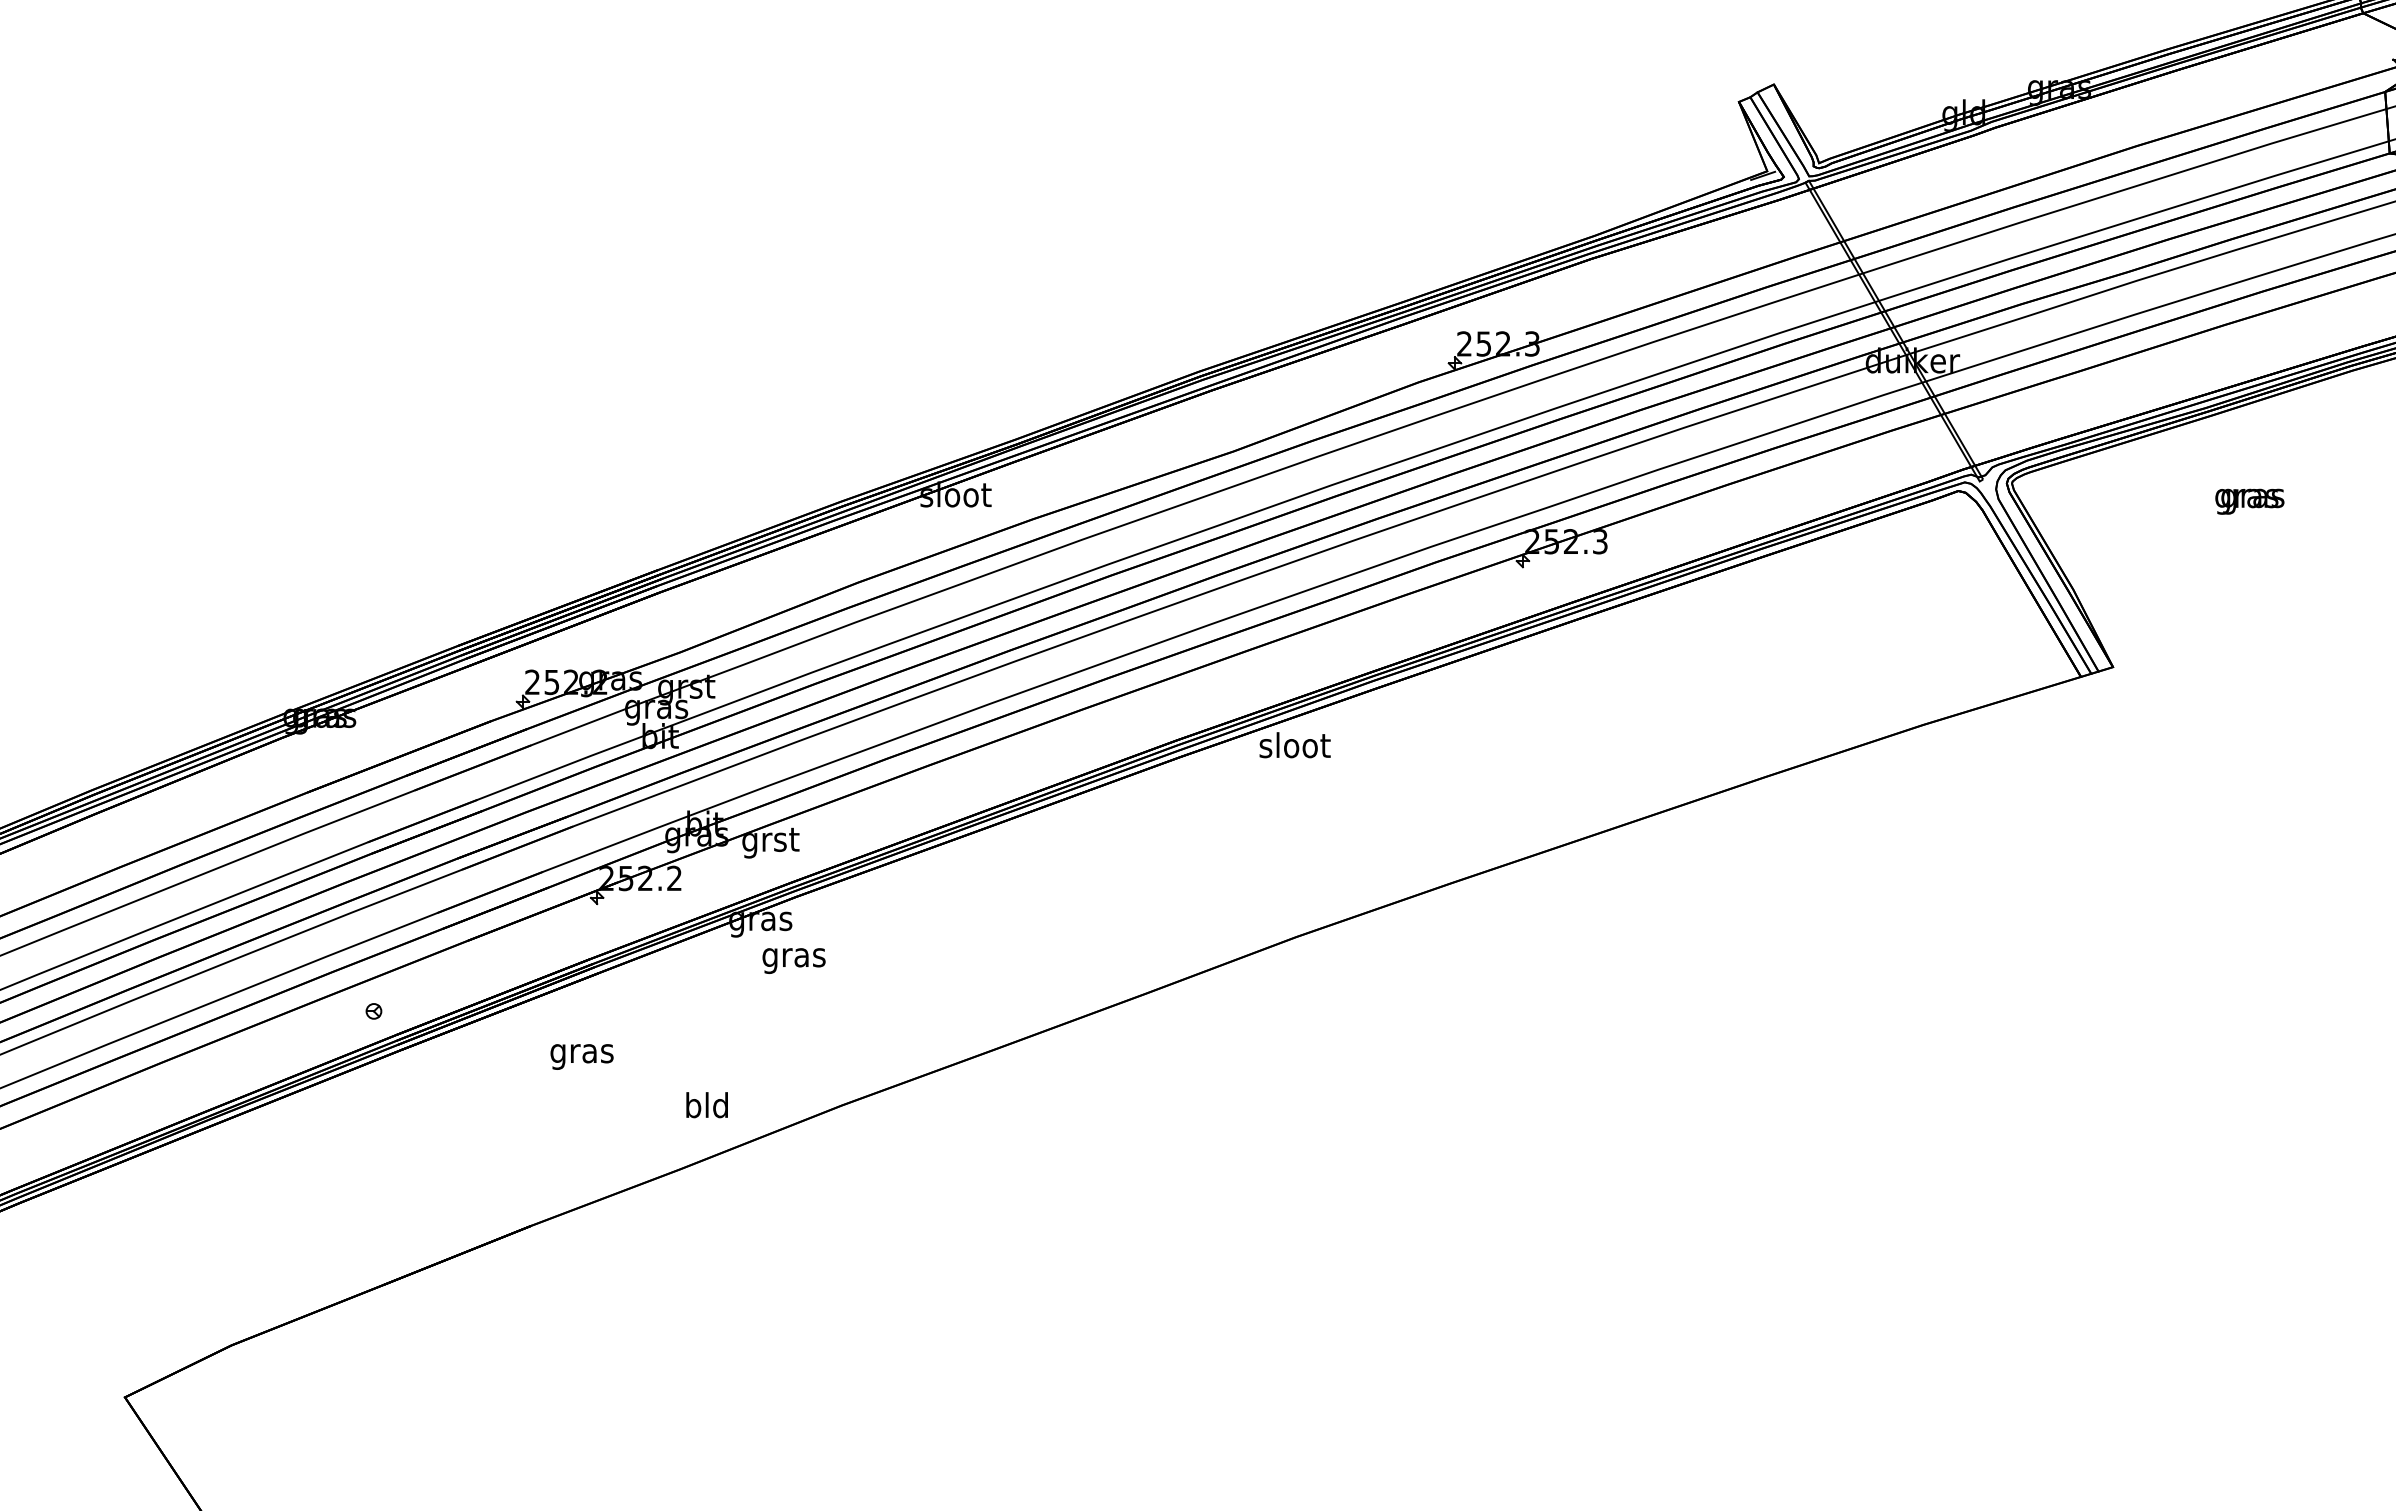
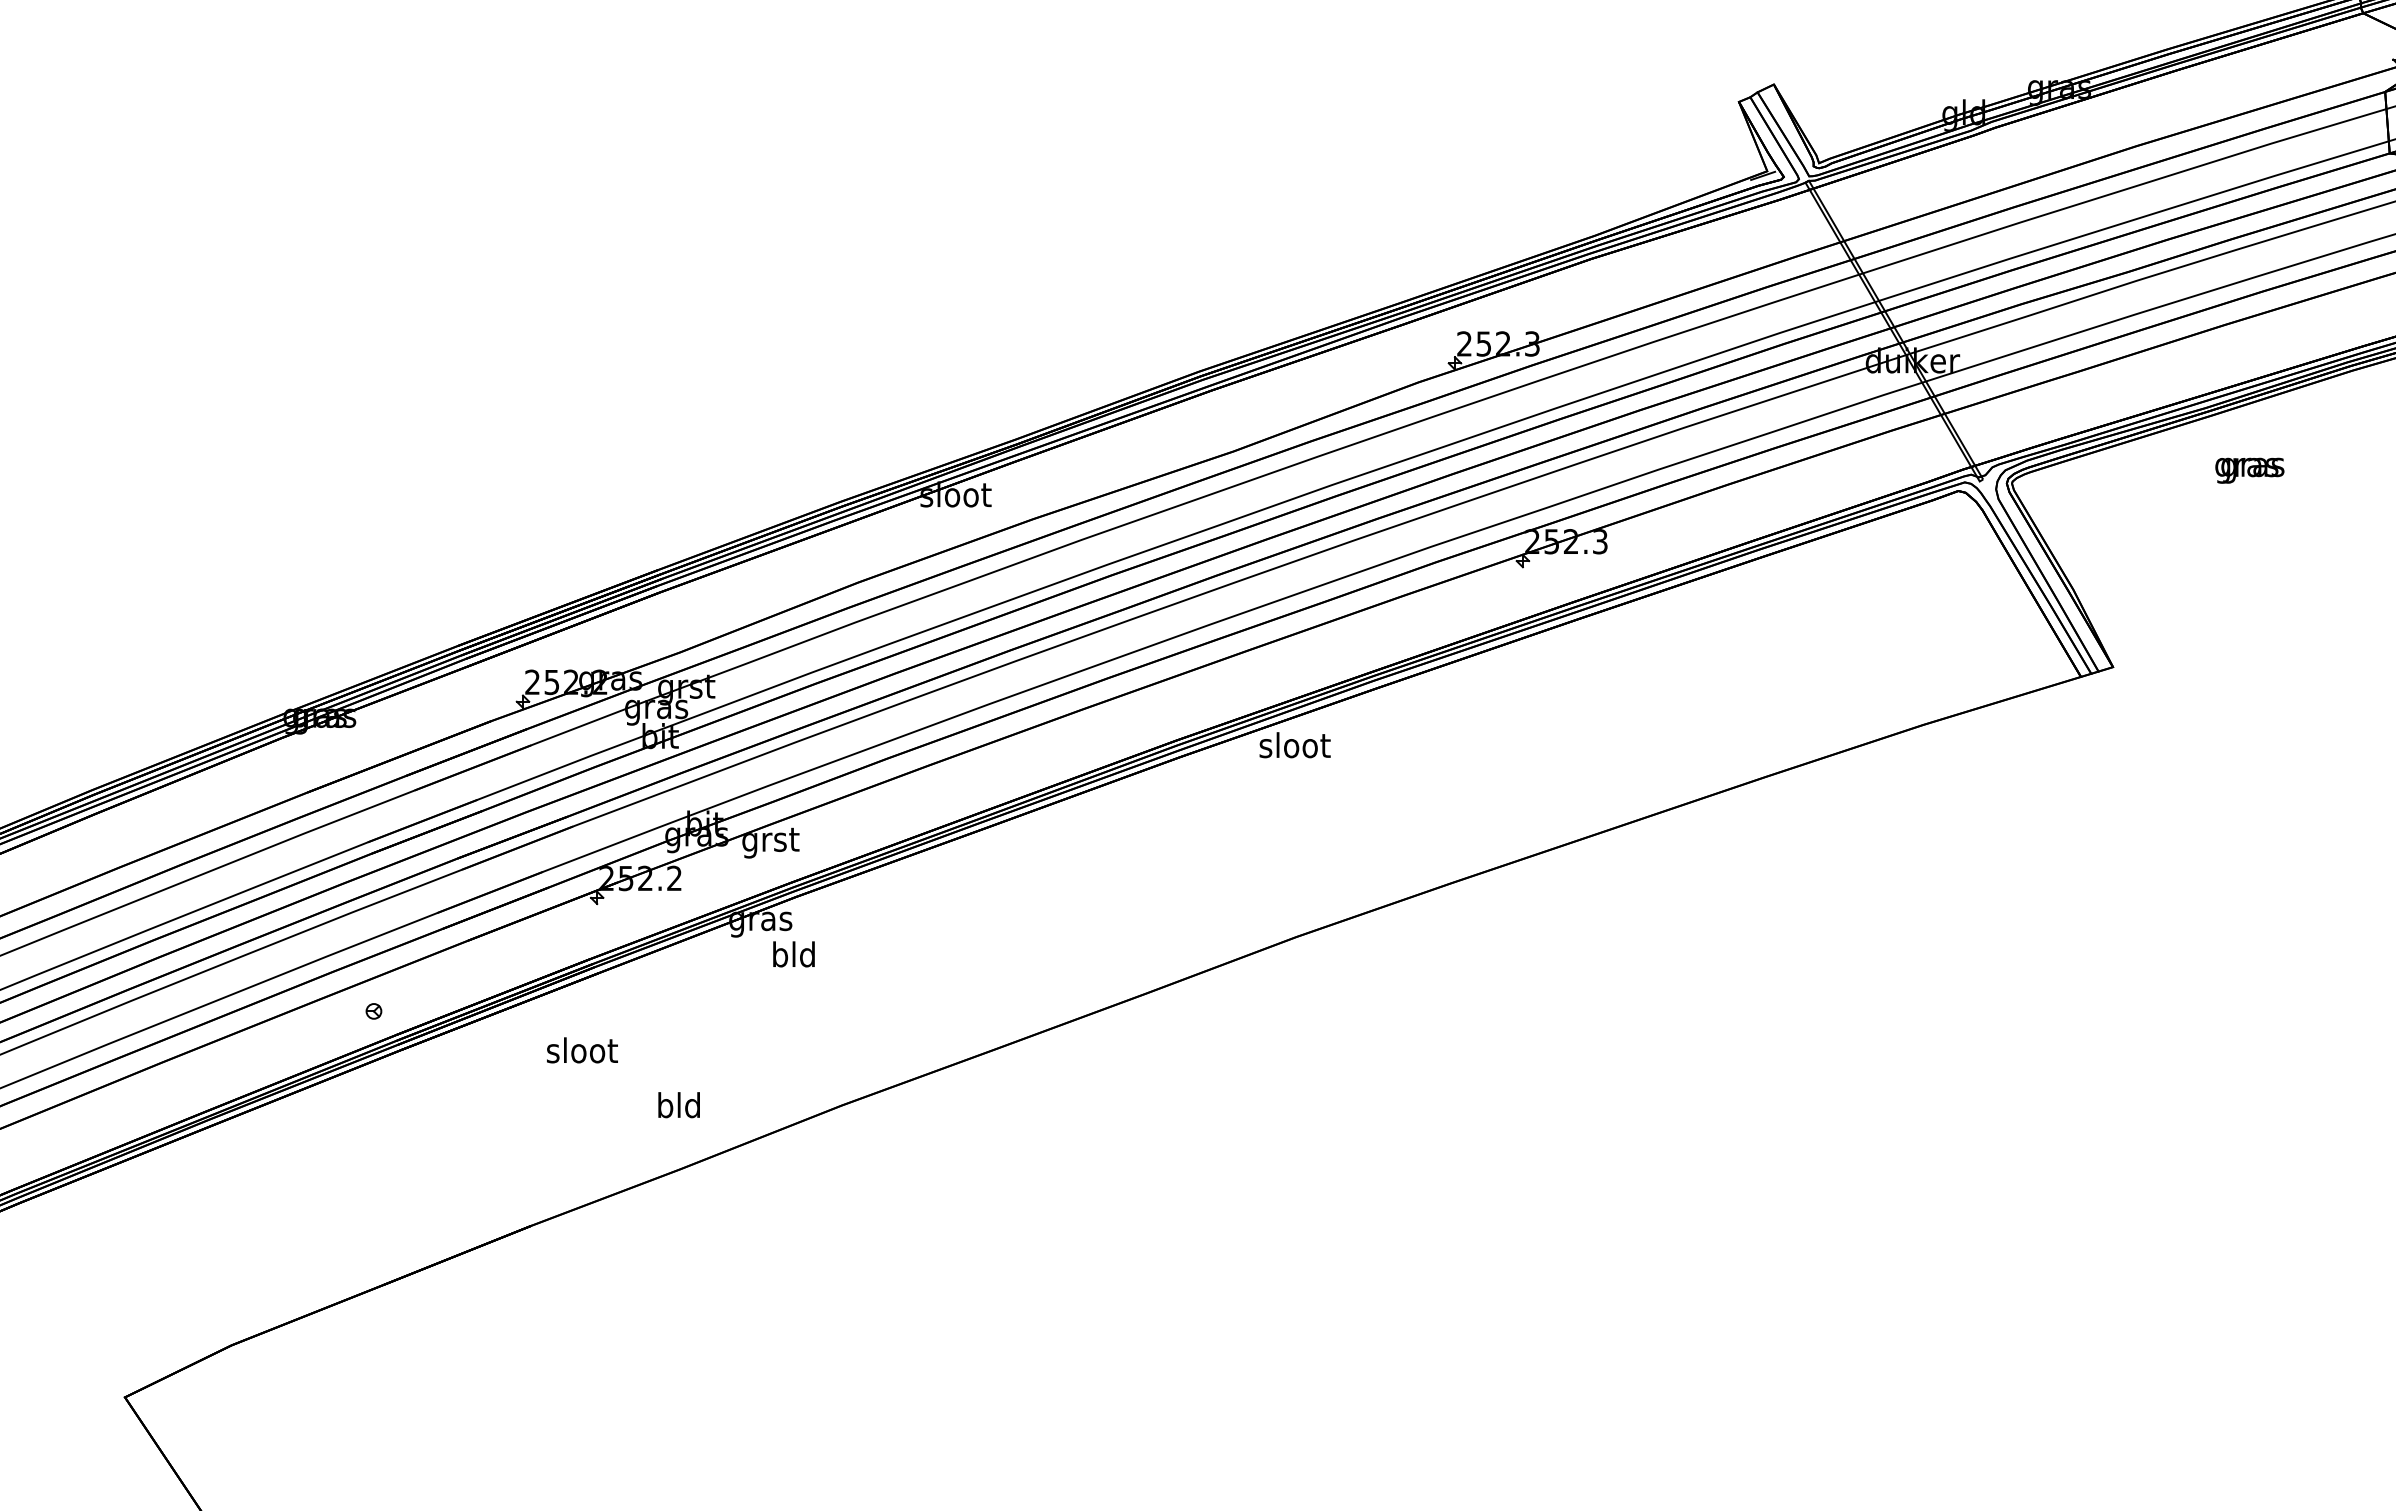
text at (2249, 501) position: (2249, 501) -> (2249, 470)
text at (793, 957): gras -> bld
text at (582, 1053): gras -> sloot
text at (706, 1105) position: (706, 1105) -> (678, 1105)
